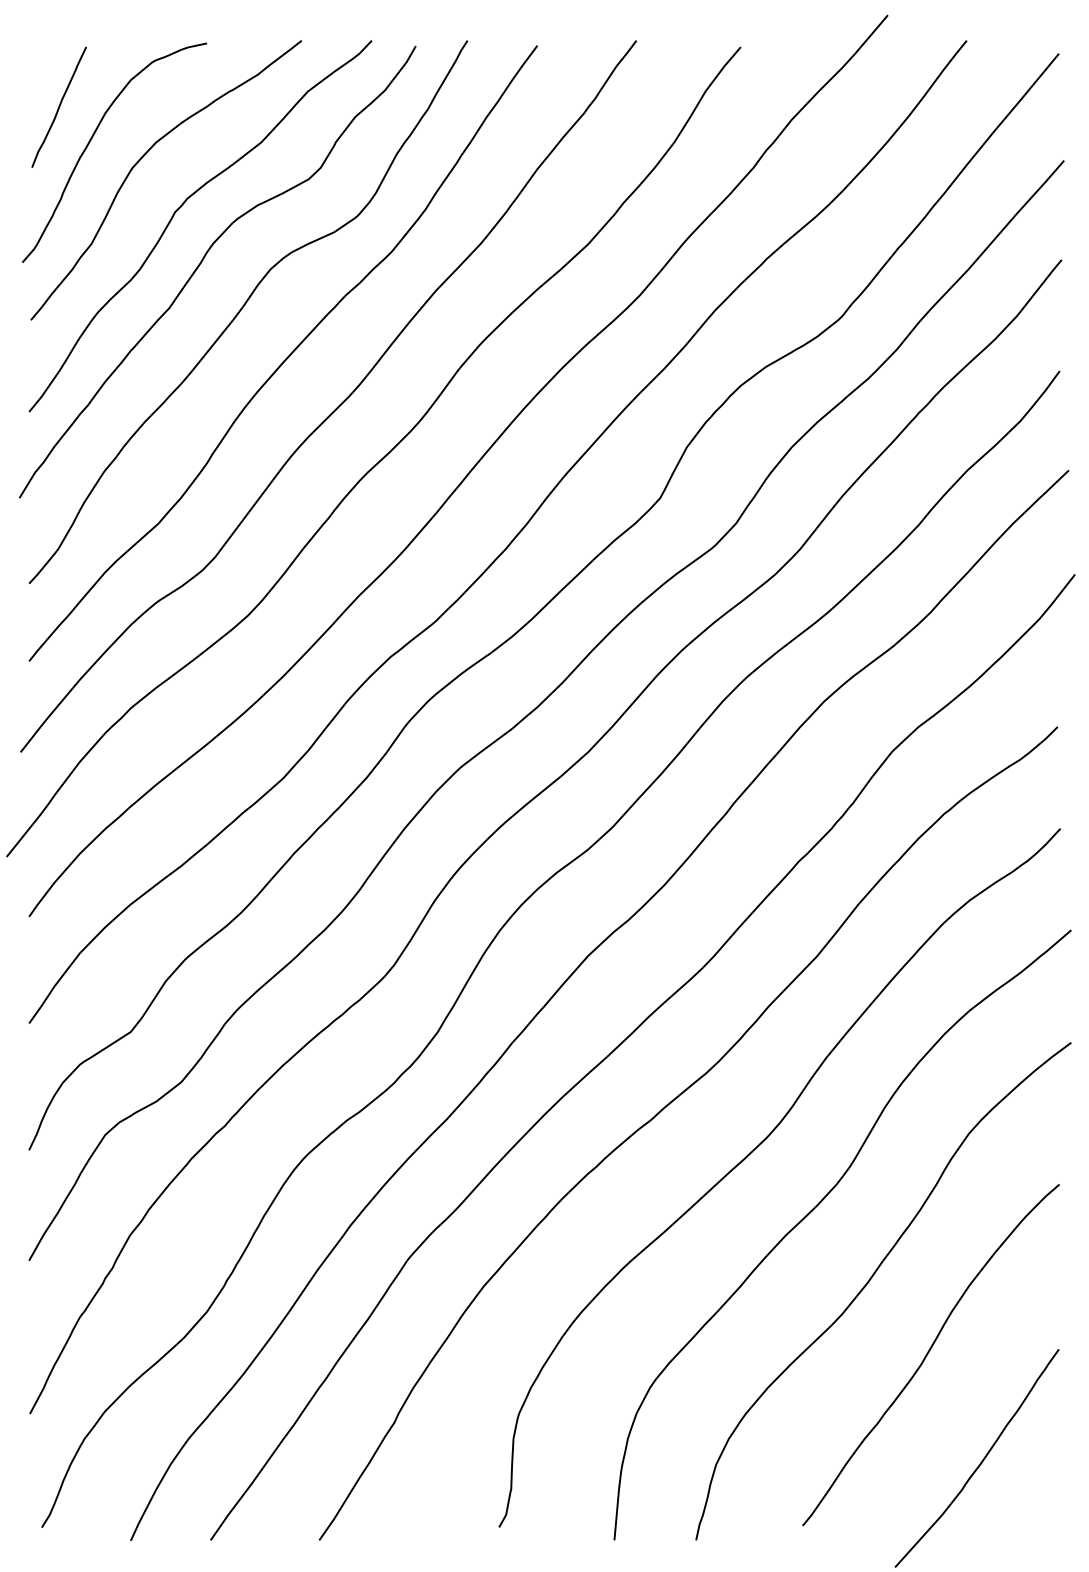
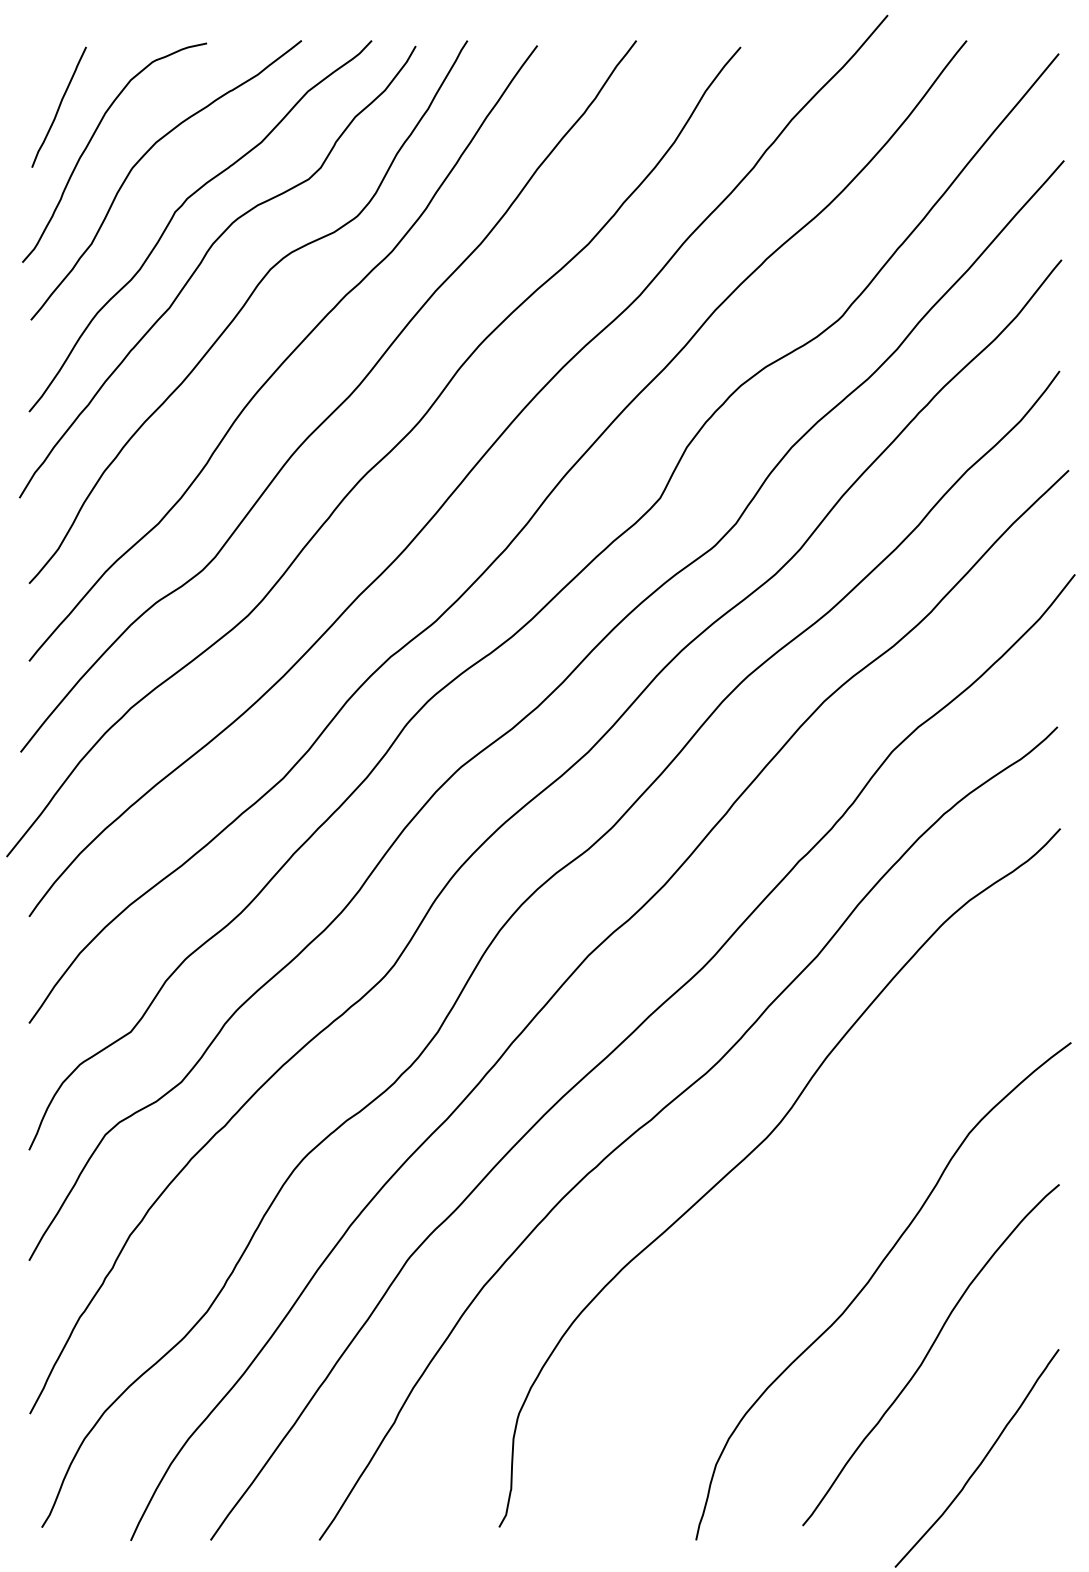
curve at (816, 1207): present -> none
